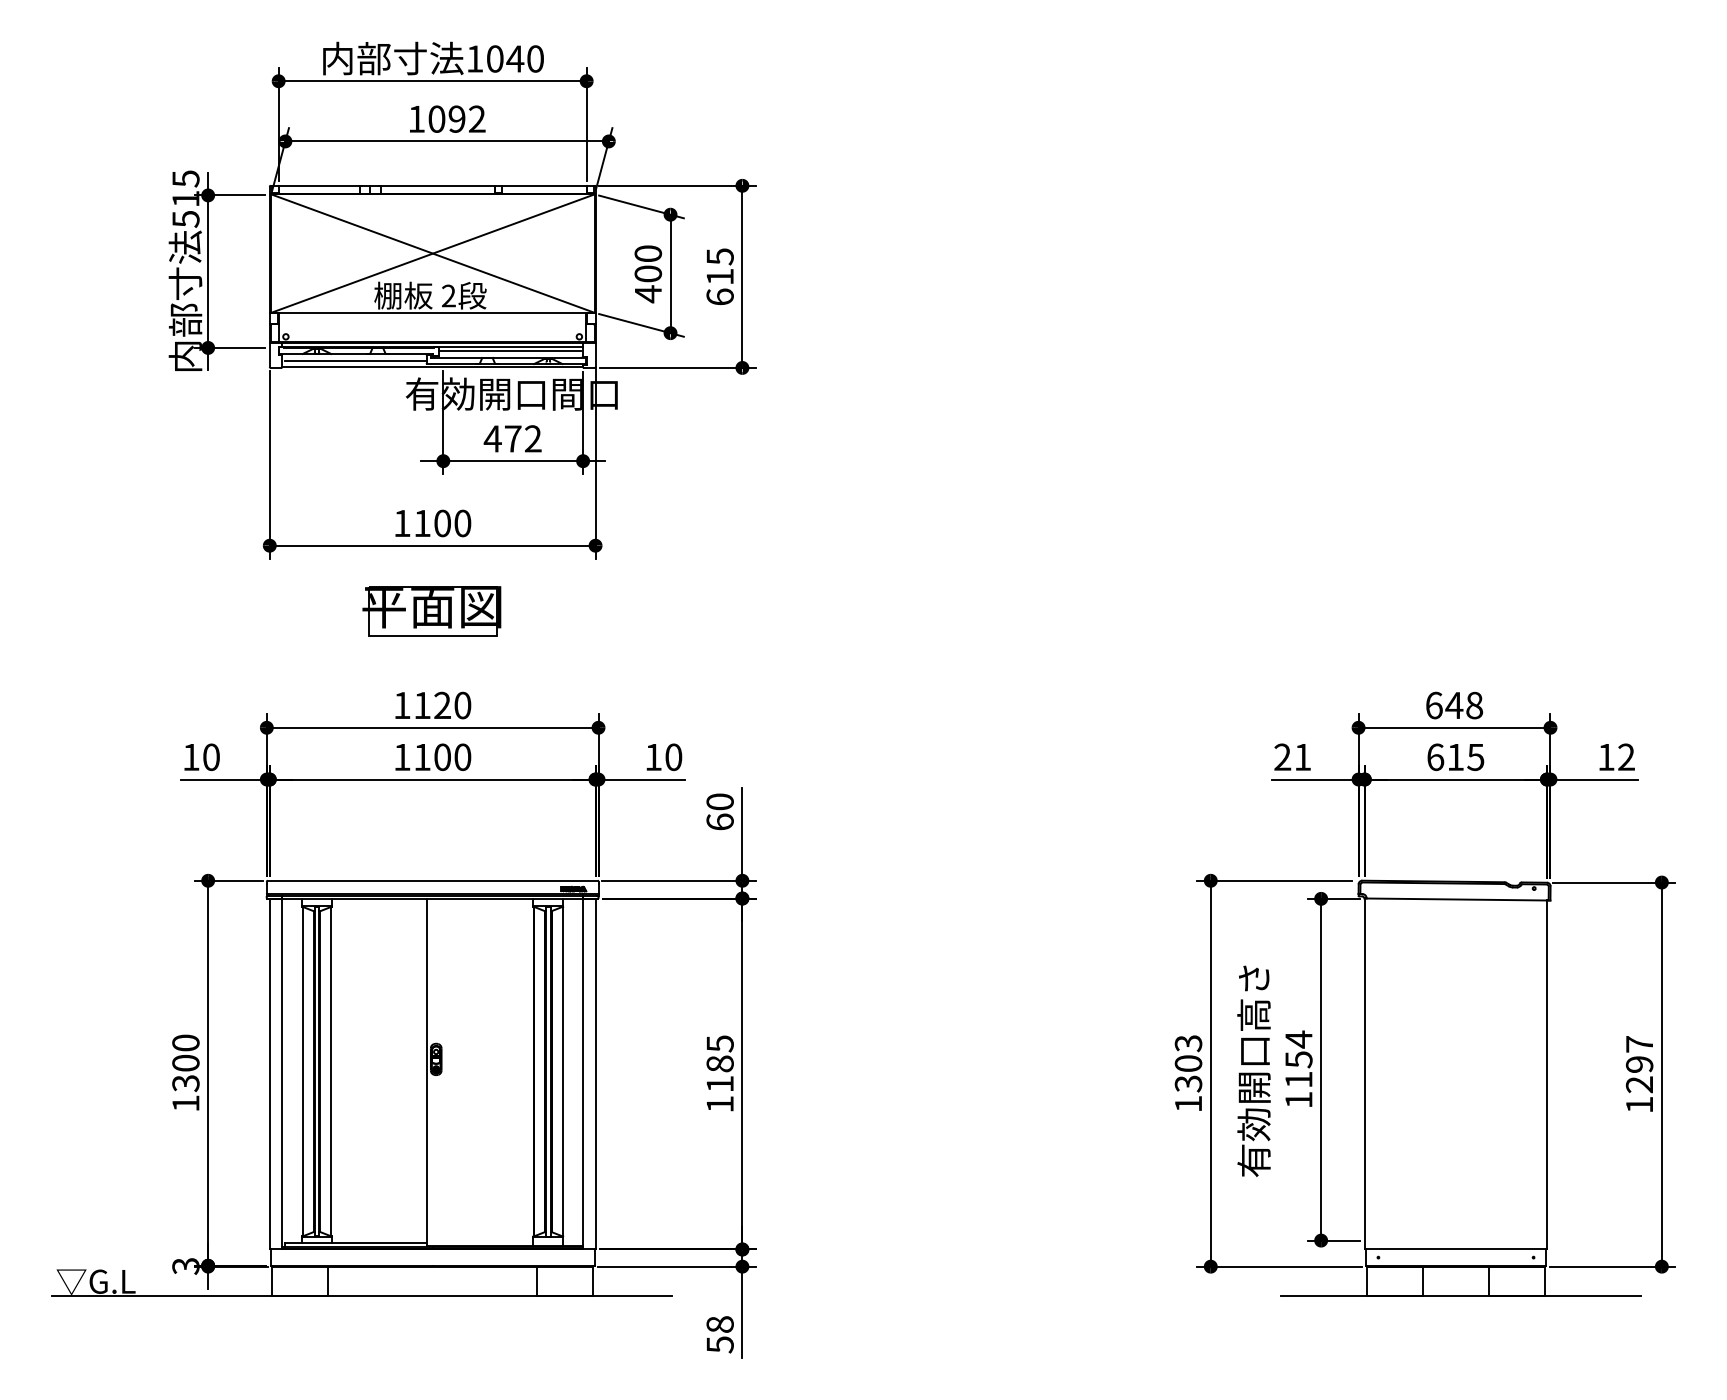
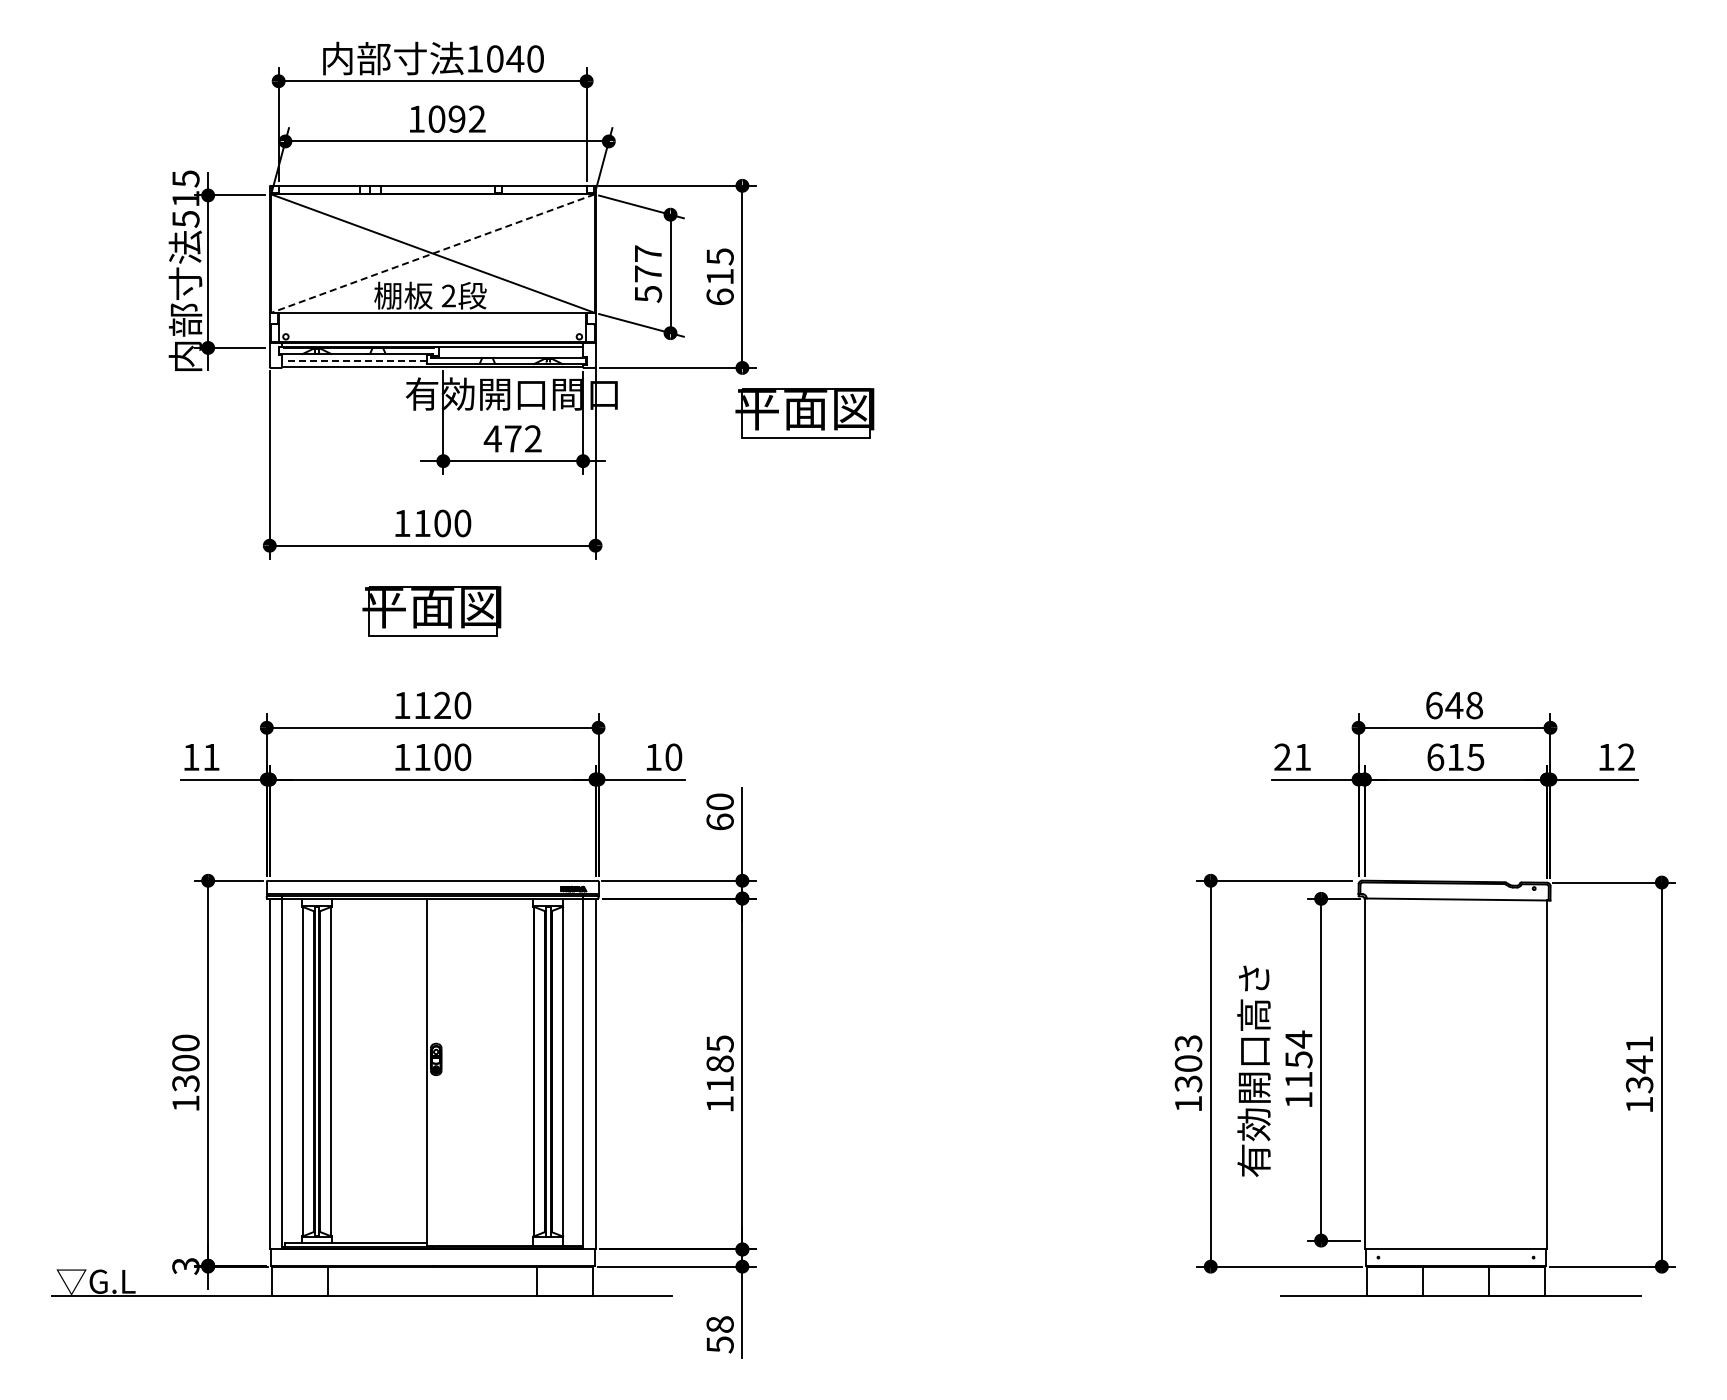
line at (432, 253): solid -> dashed
text at (648, 274): 400 -> 577
line at (509, 350): present -> none
line at (355, 360): solid -> dashed
part at (804, 413): none -> present
text at (211, 757): 10 -> 11
text at (1639, 1064): 1297 -> 1341
